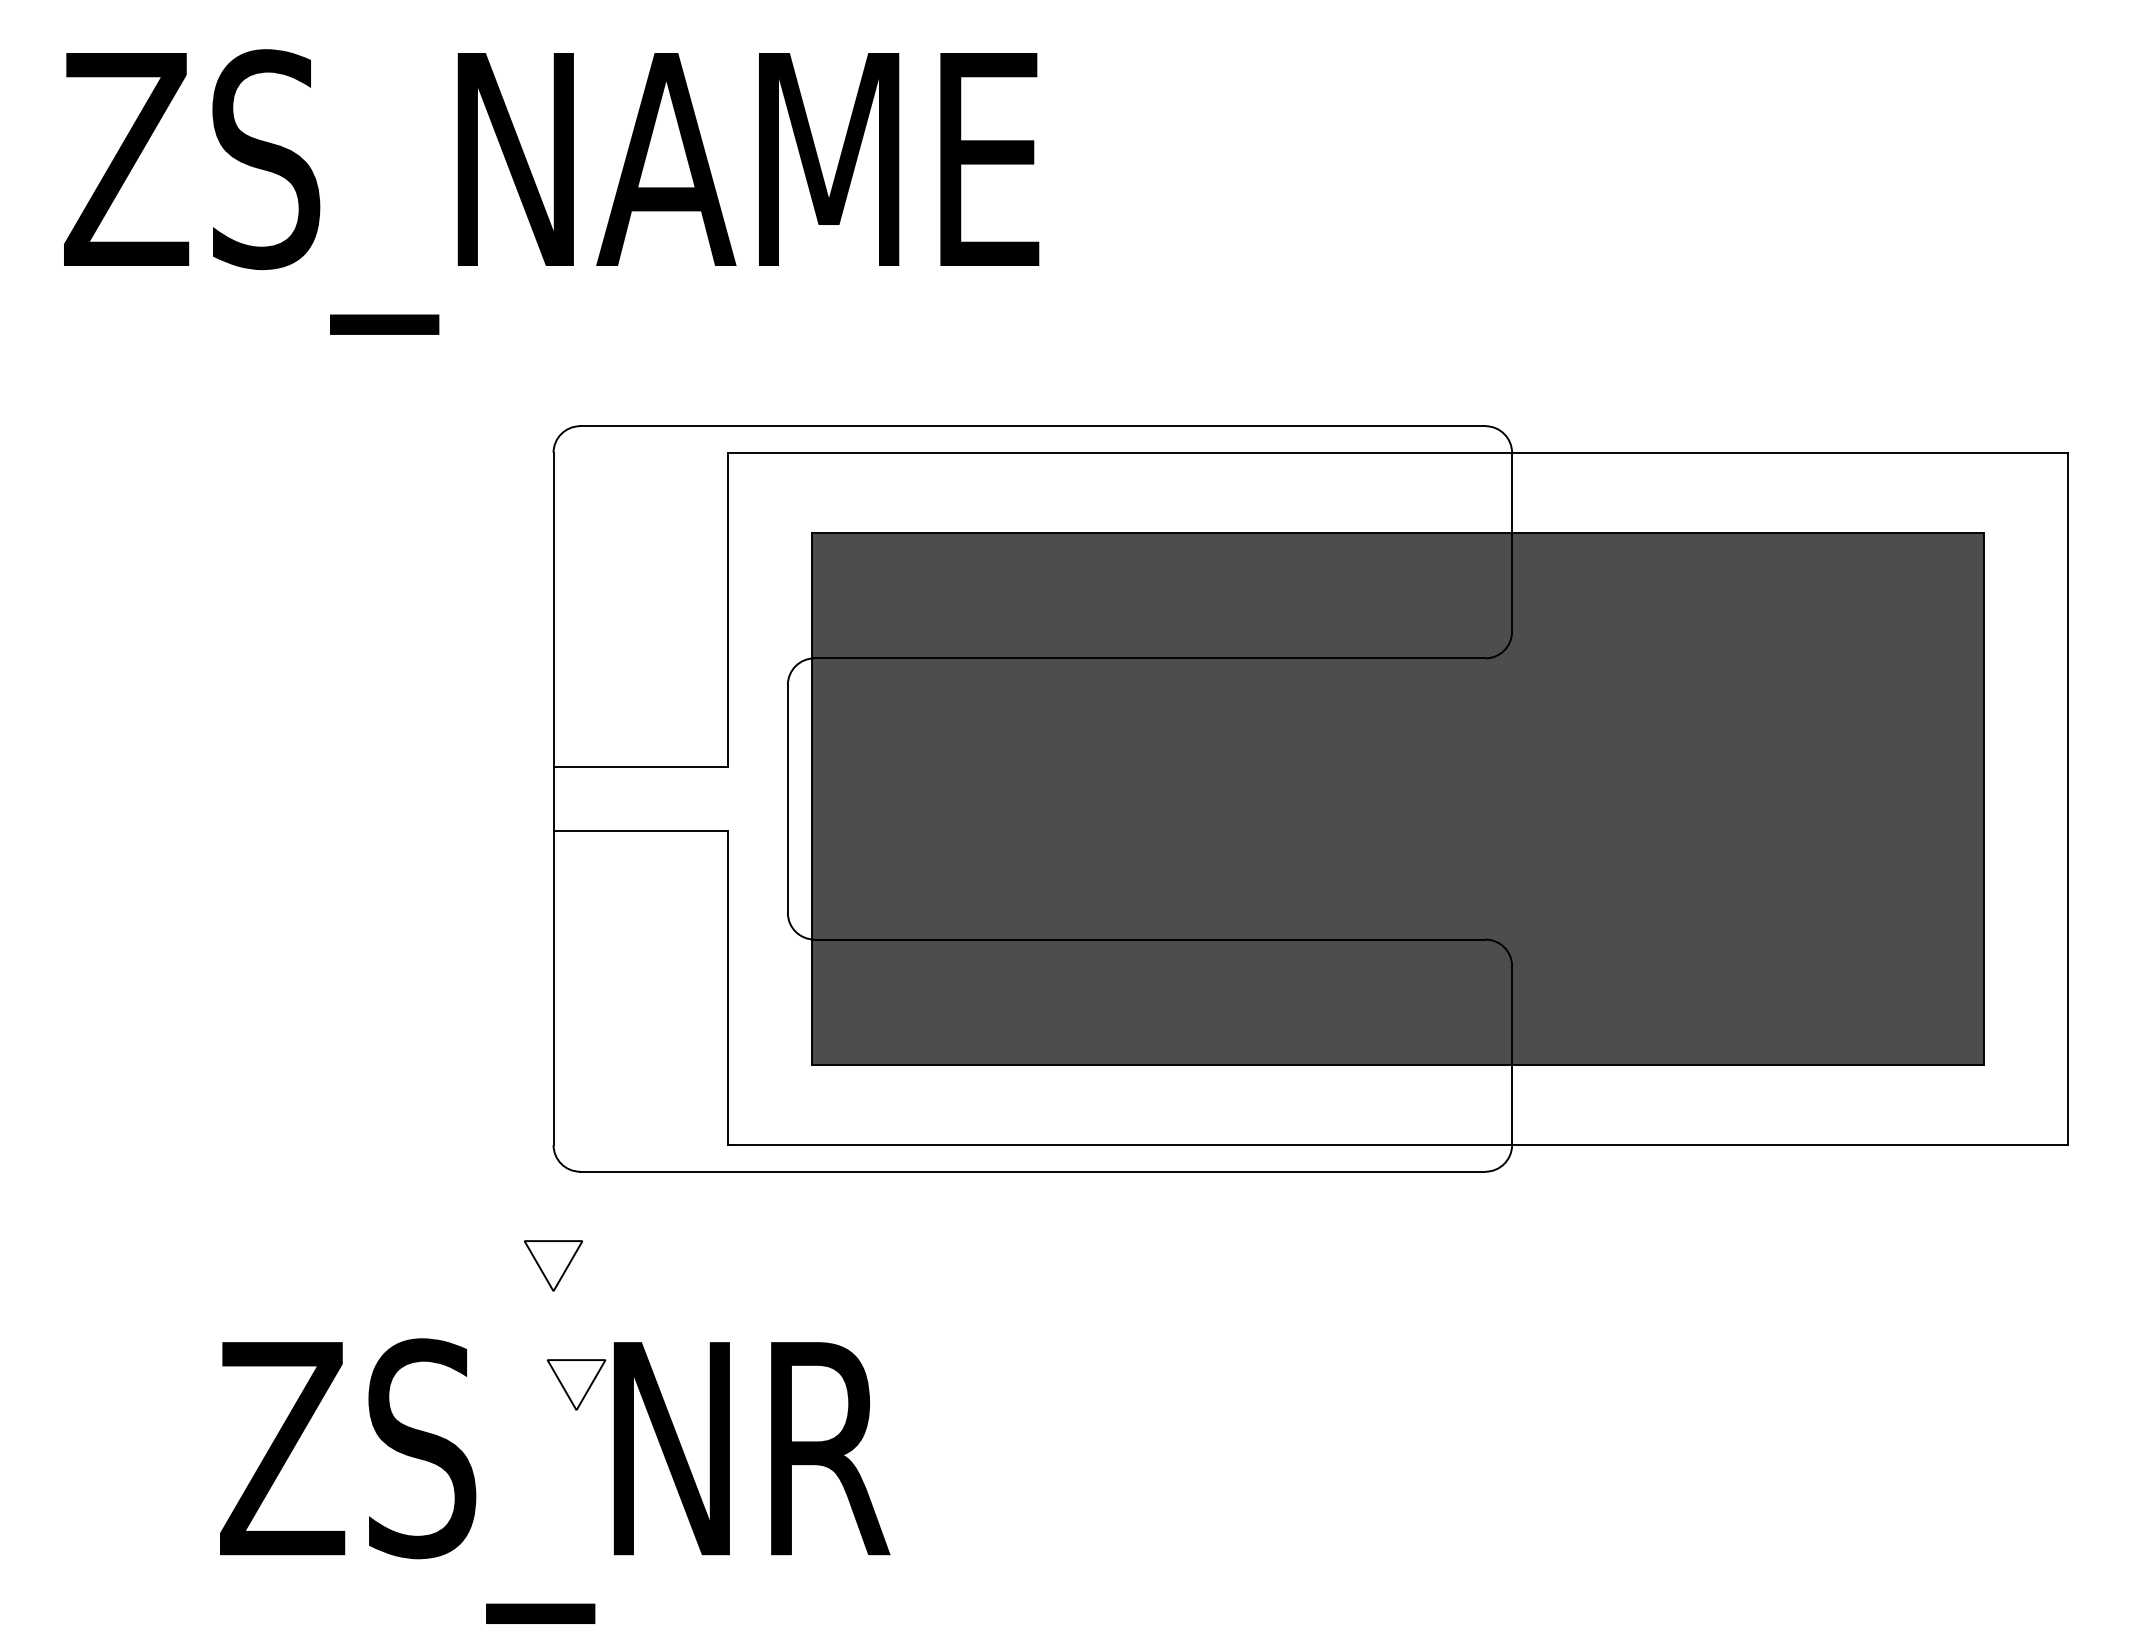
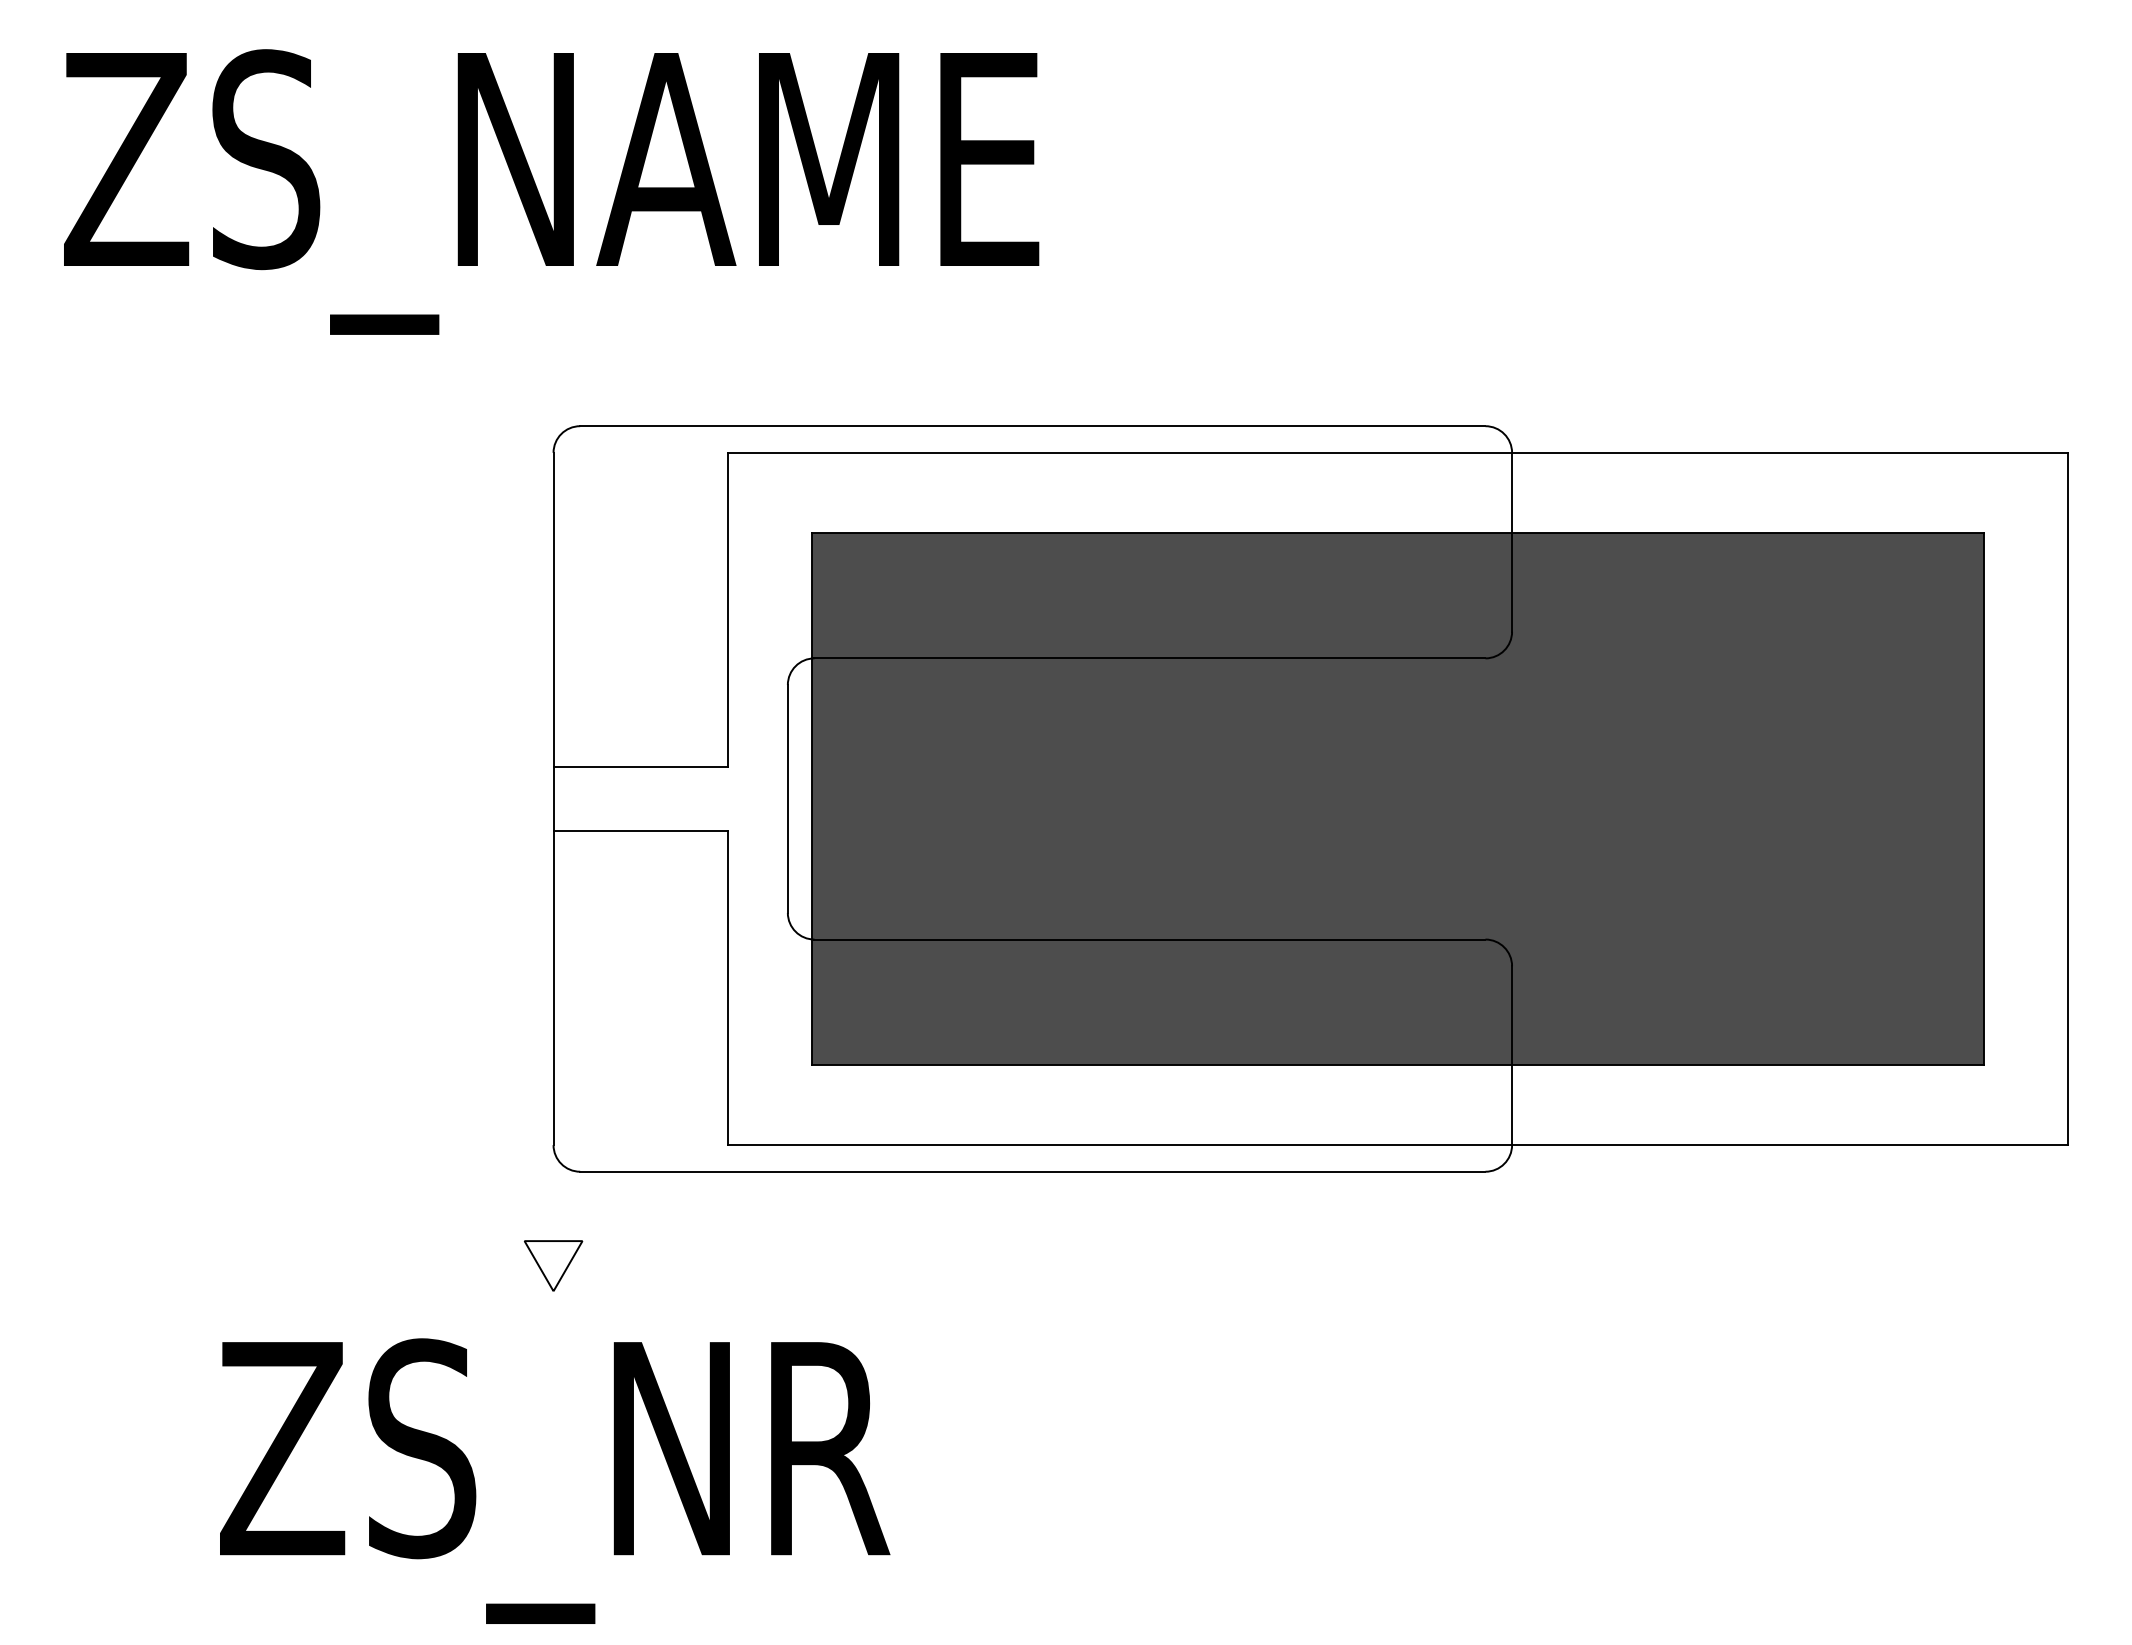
part at (576, 1384): present -> none
